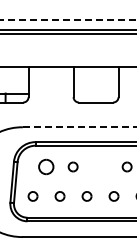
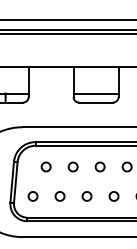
line at (68, 19): dashed -> solid
line at (95, 93): none -> present
line at (79, 127): dashed -> solid
part at (46, 166) size: 17x18 px -> 12x12 px
part at (99, 166): none -> present
